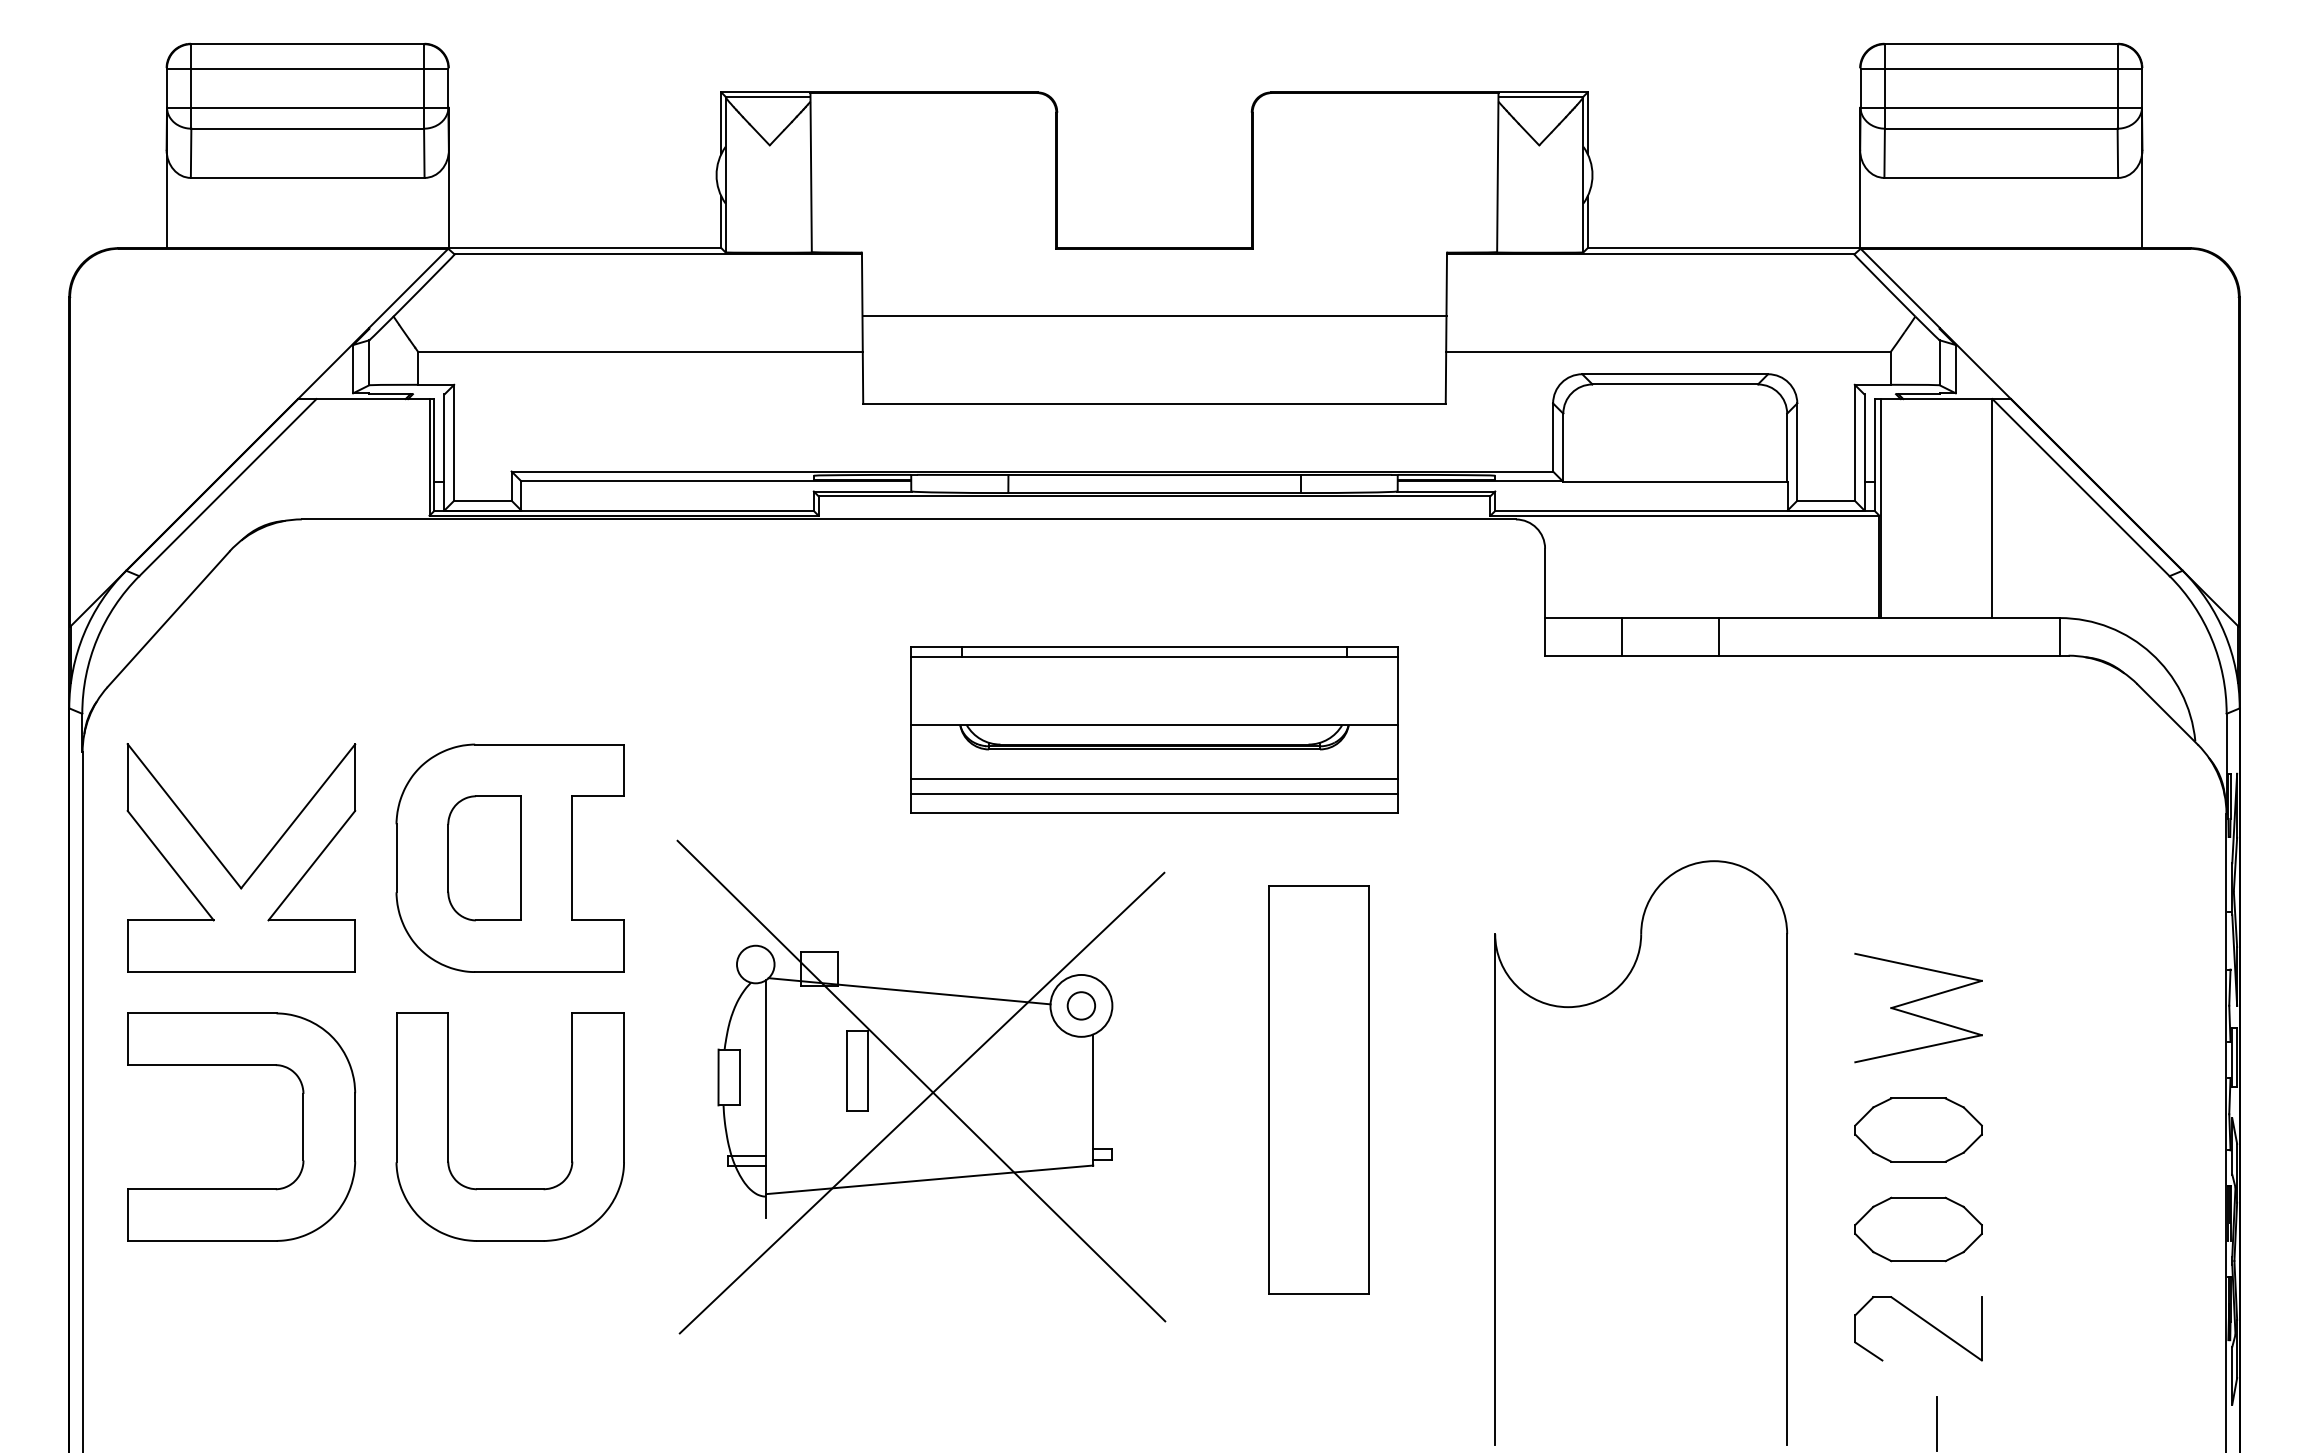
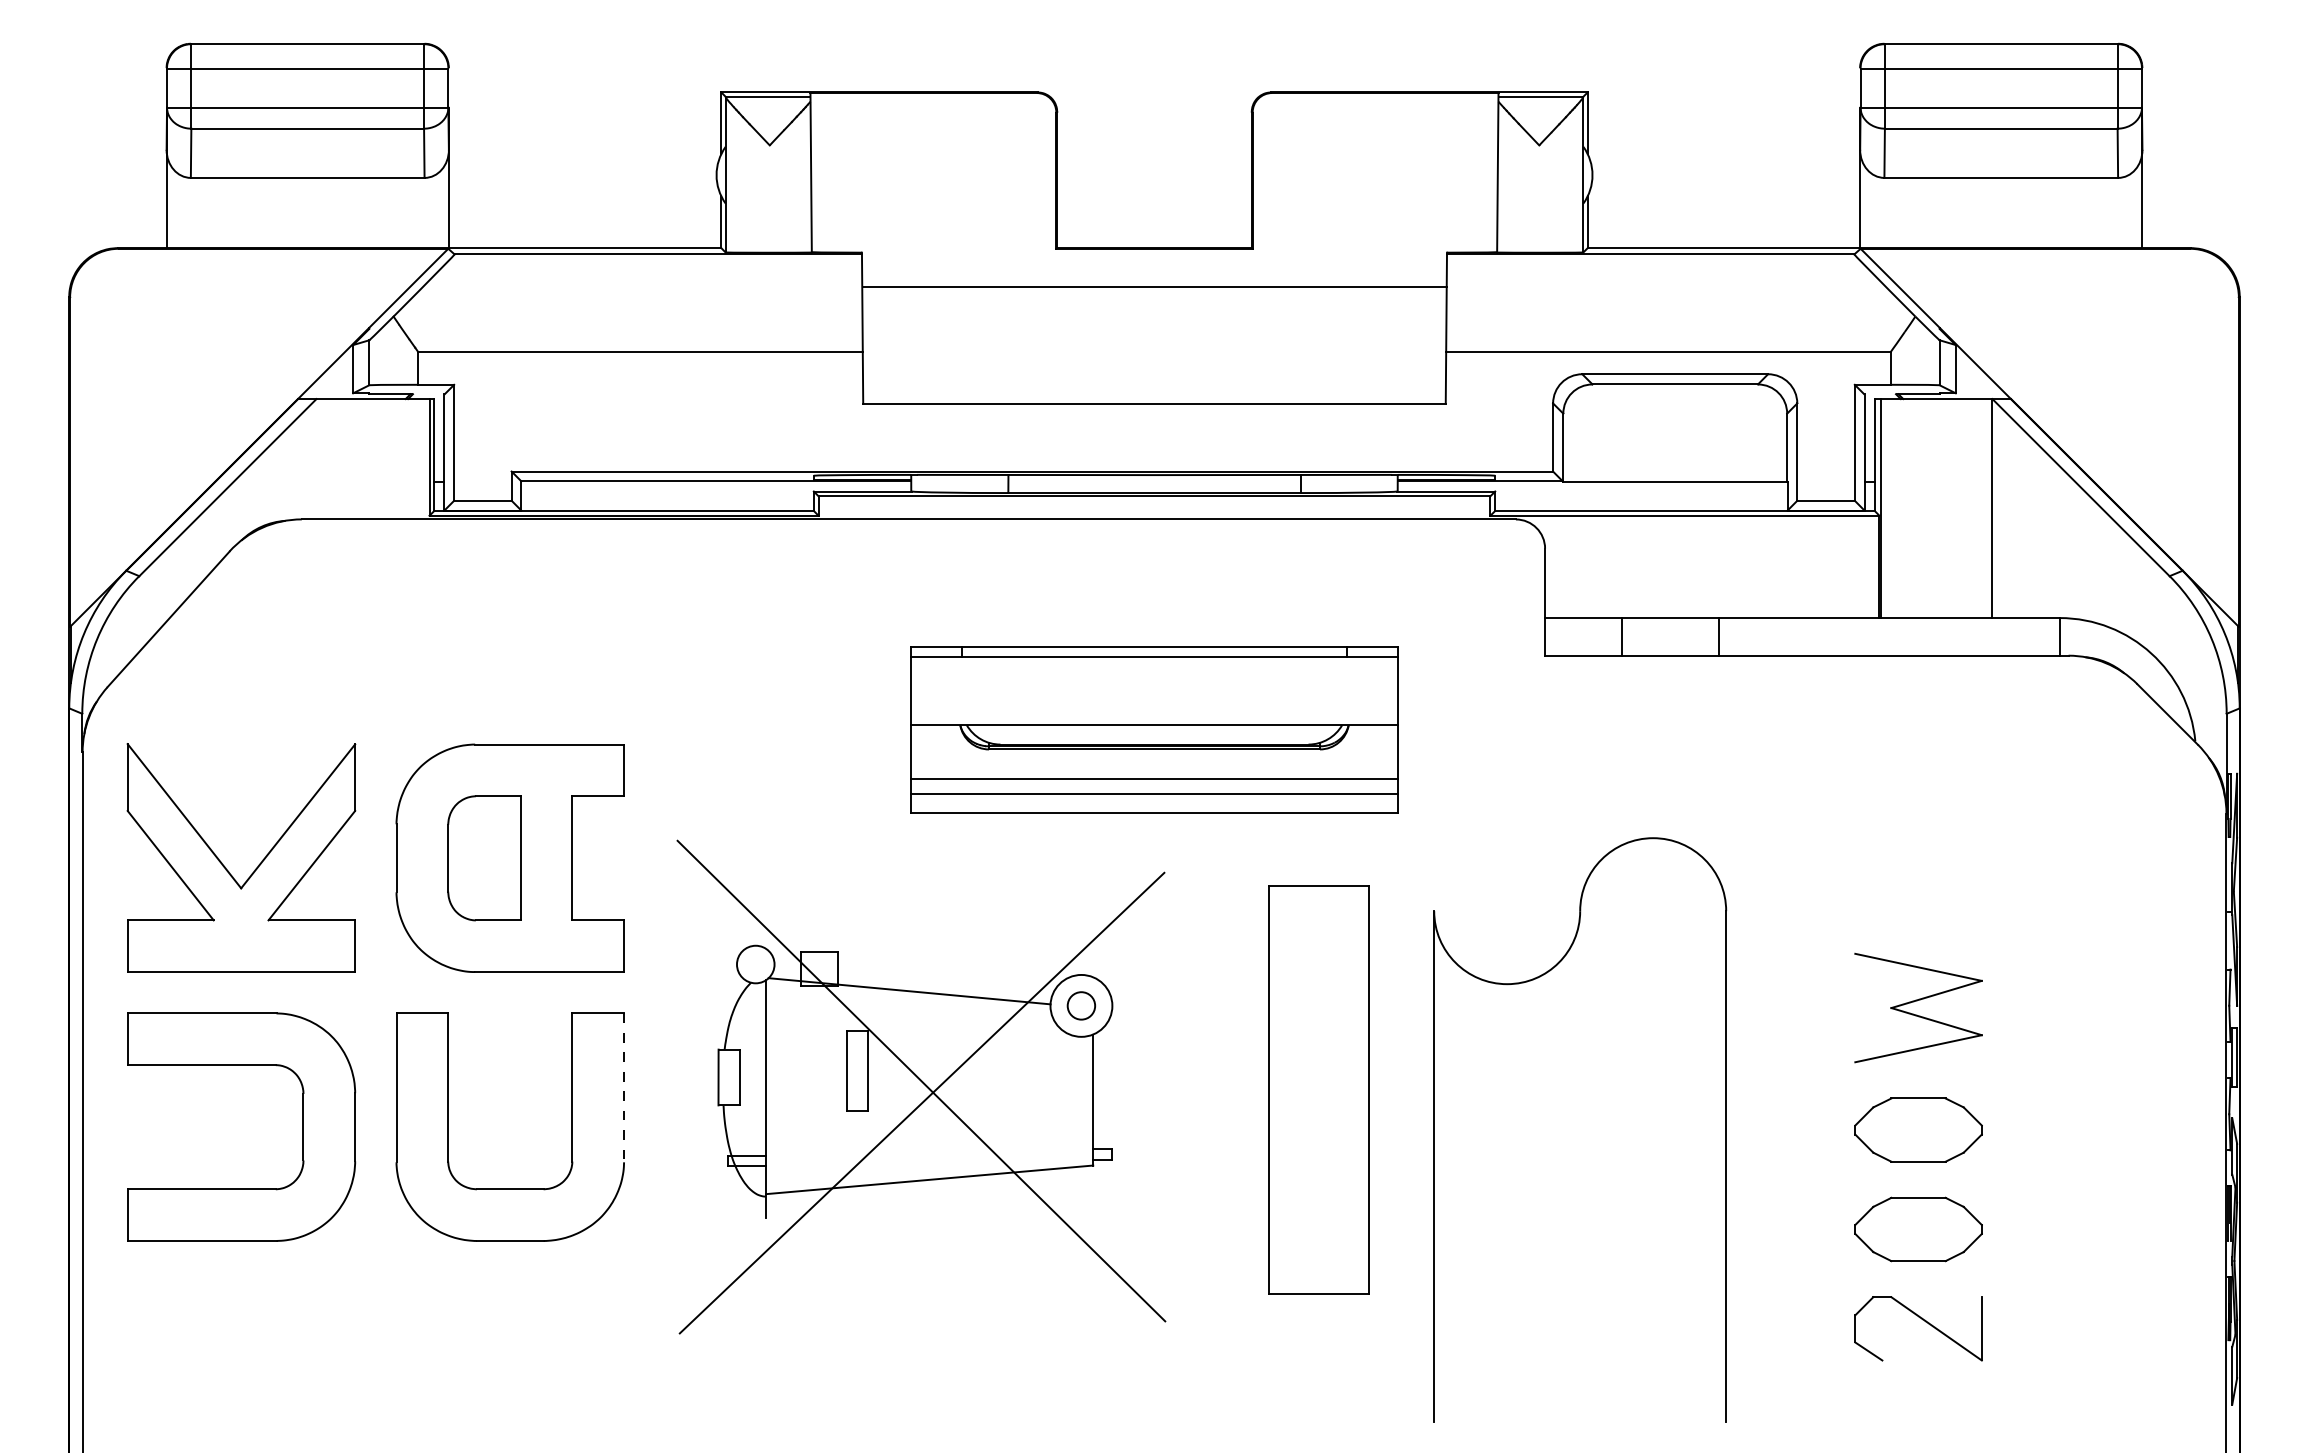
line at (1154, 316) position: (1154, 316) -> (1154, 287)
line at (624, 1088): solid -> dashed
part at (1786, 1152) position: (1786, 1152) -> (1725, 1129)
line at (1936, 1422): present -> none
